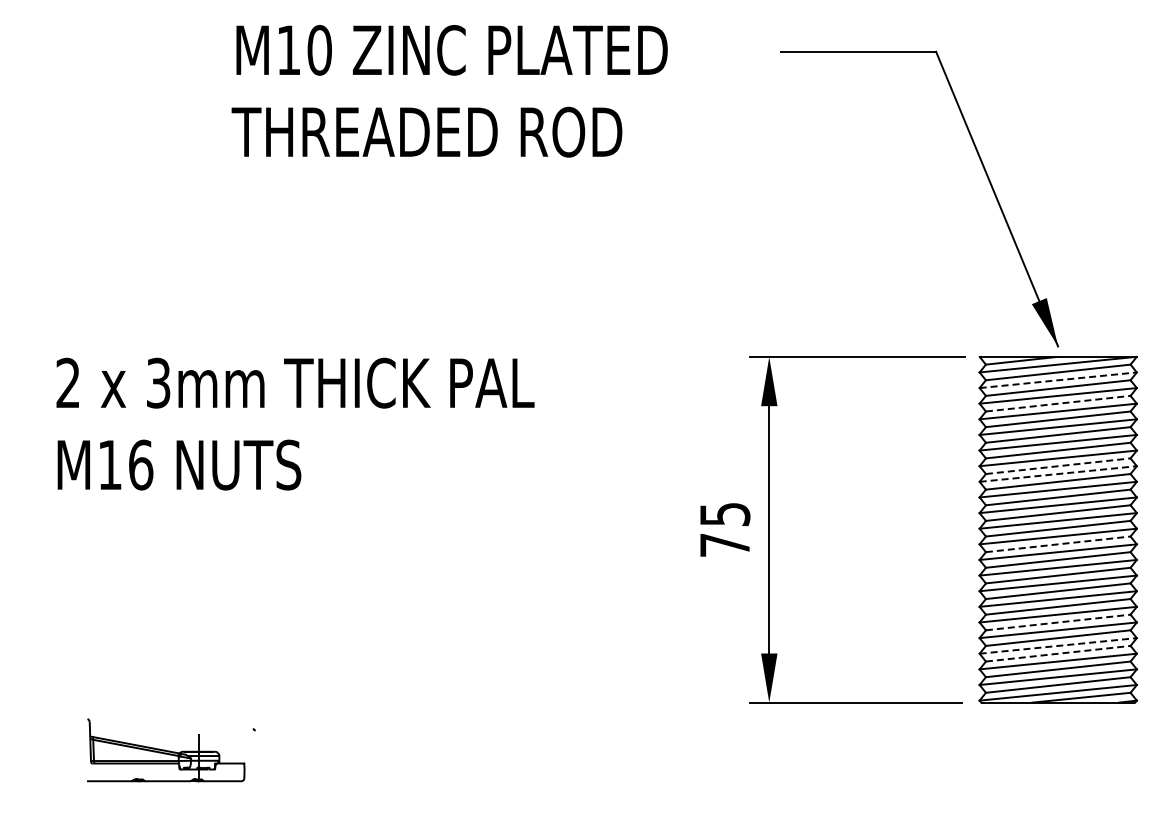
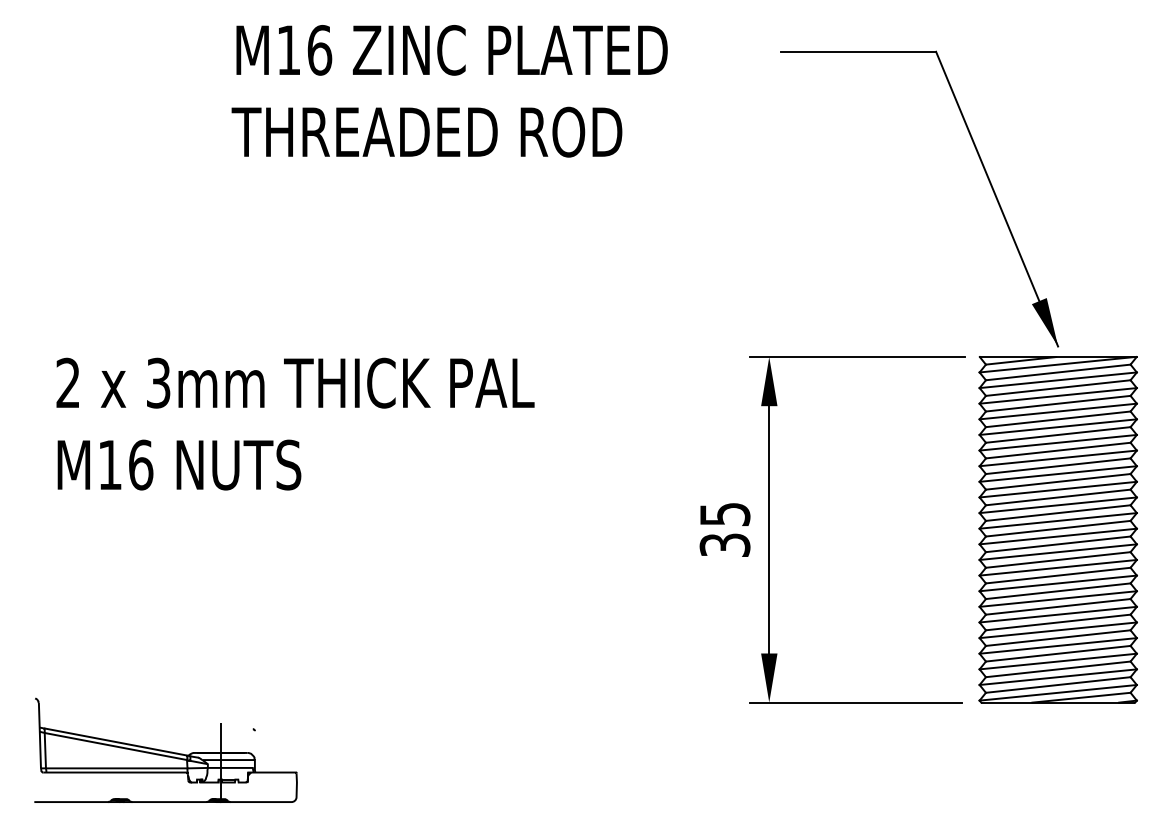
text at (319, 50): M10 -> M16
line at (1058, 380): dashed -> solid
line at (1058, 403): dashed -> solid
line at (1058, 466): dashed -> solid
line at (1058, 474): dashed -> solid
text at (724, 544): 75 -> 35
line at (1058, 544): dashed -> solid
line at (1058, 622): dashed -> solid
line at (1058, 645): dashed -> solid
line at (1058, 653): dashed -> solid
part at (166, 750) size: 159x65 px -> 264x106 px
